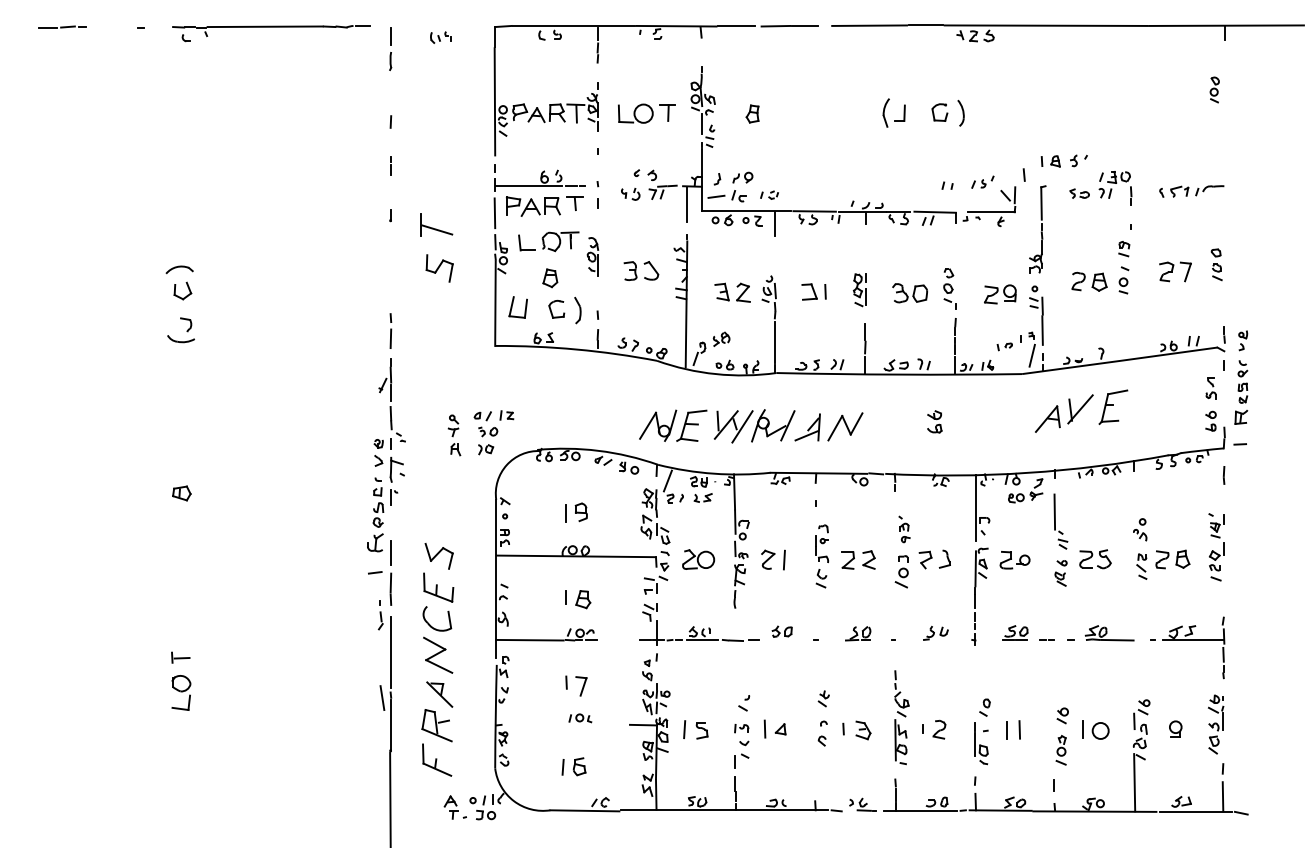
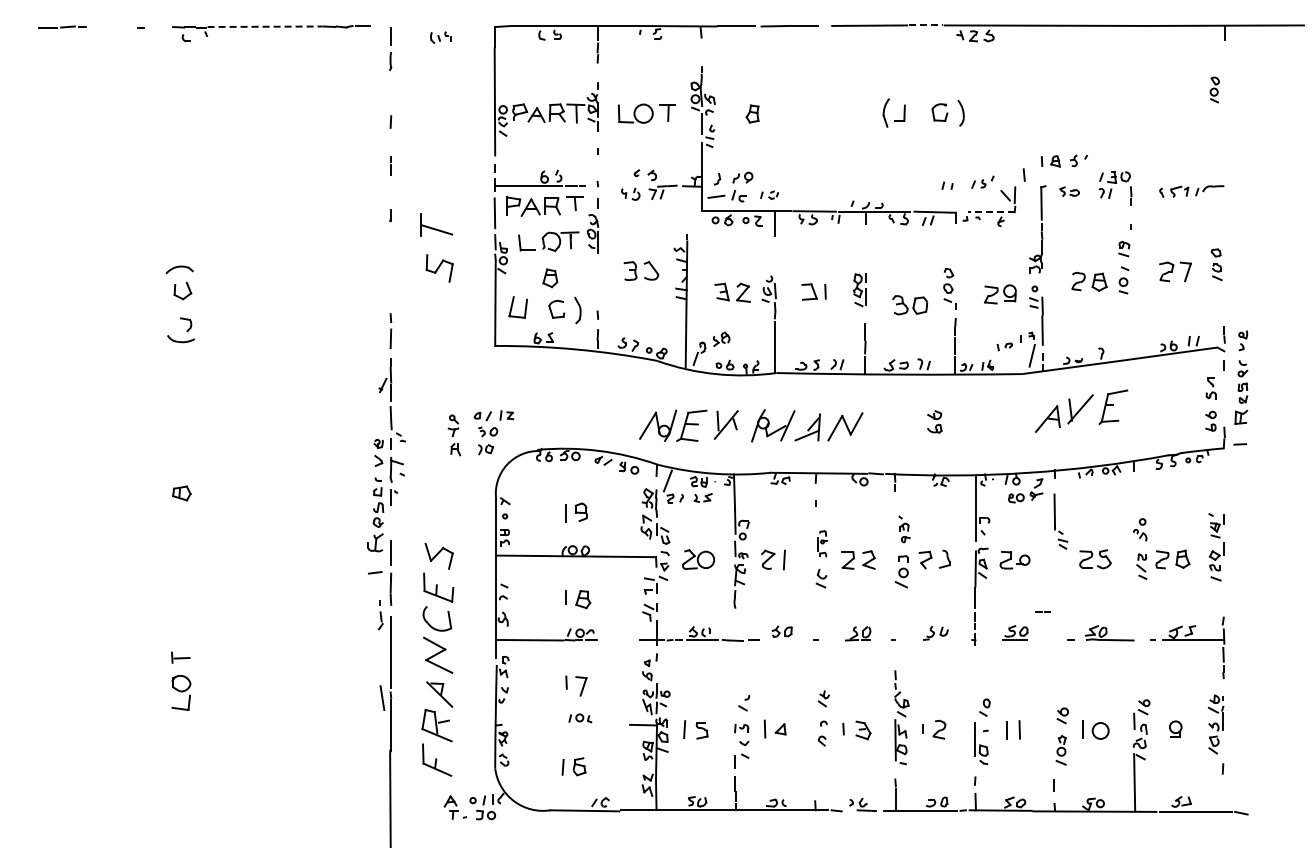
line at (926, 25): solid -> dashed
line at (265, 26): solid -> dashed
part at (1079, 193) position: (1079, 193) -> (1069, 191)
line at (687, 203): present -> none
line at (990, 212): solid -> dashed
part at (592, 256) position: (592, 256) -> (592, 233)
part at (909, 293) position: (909, 293) -> (909, 305)
line at (742, 426): present -> none
line at (1223, 475): present -> none
part at (821, 543) size: 14x40 px -> 11x28 px
part at (1060, 573): present -> none
line at (1046, 639) position: (1046, 639) -> (1042, 611)
line at (1222, 796): present -> none
